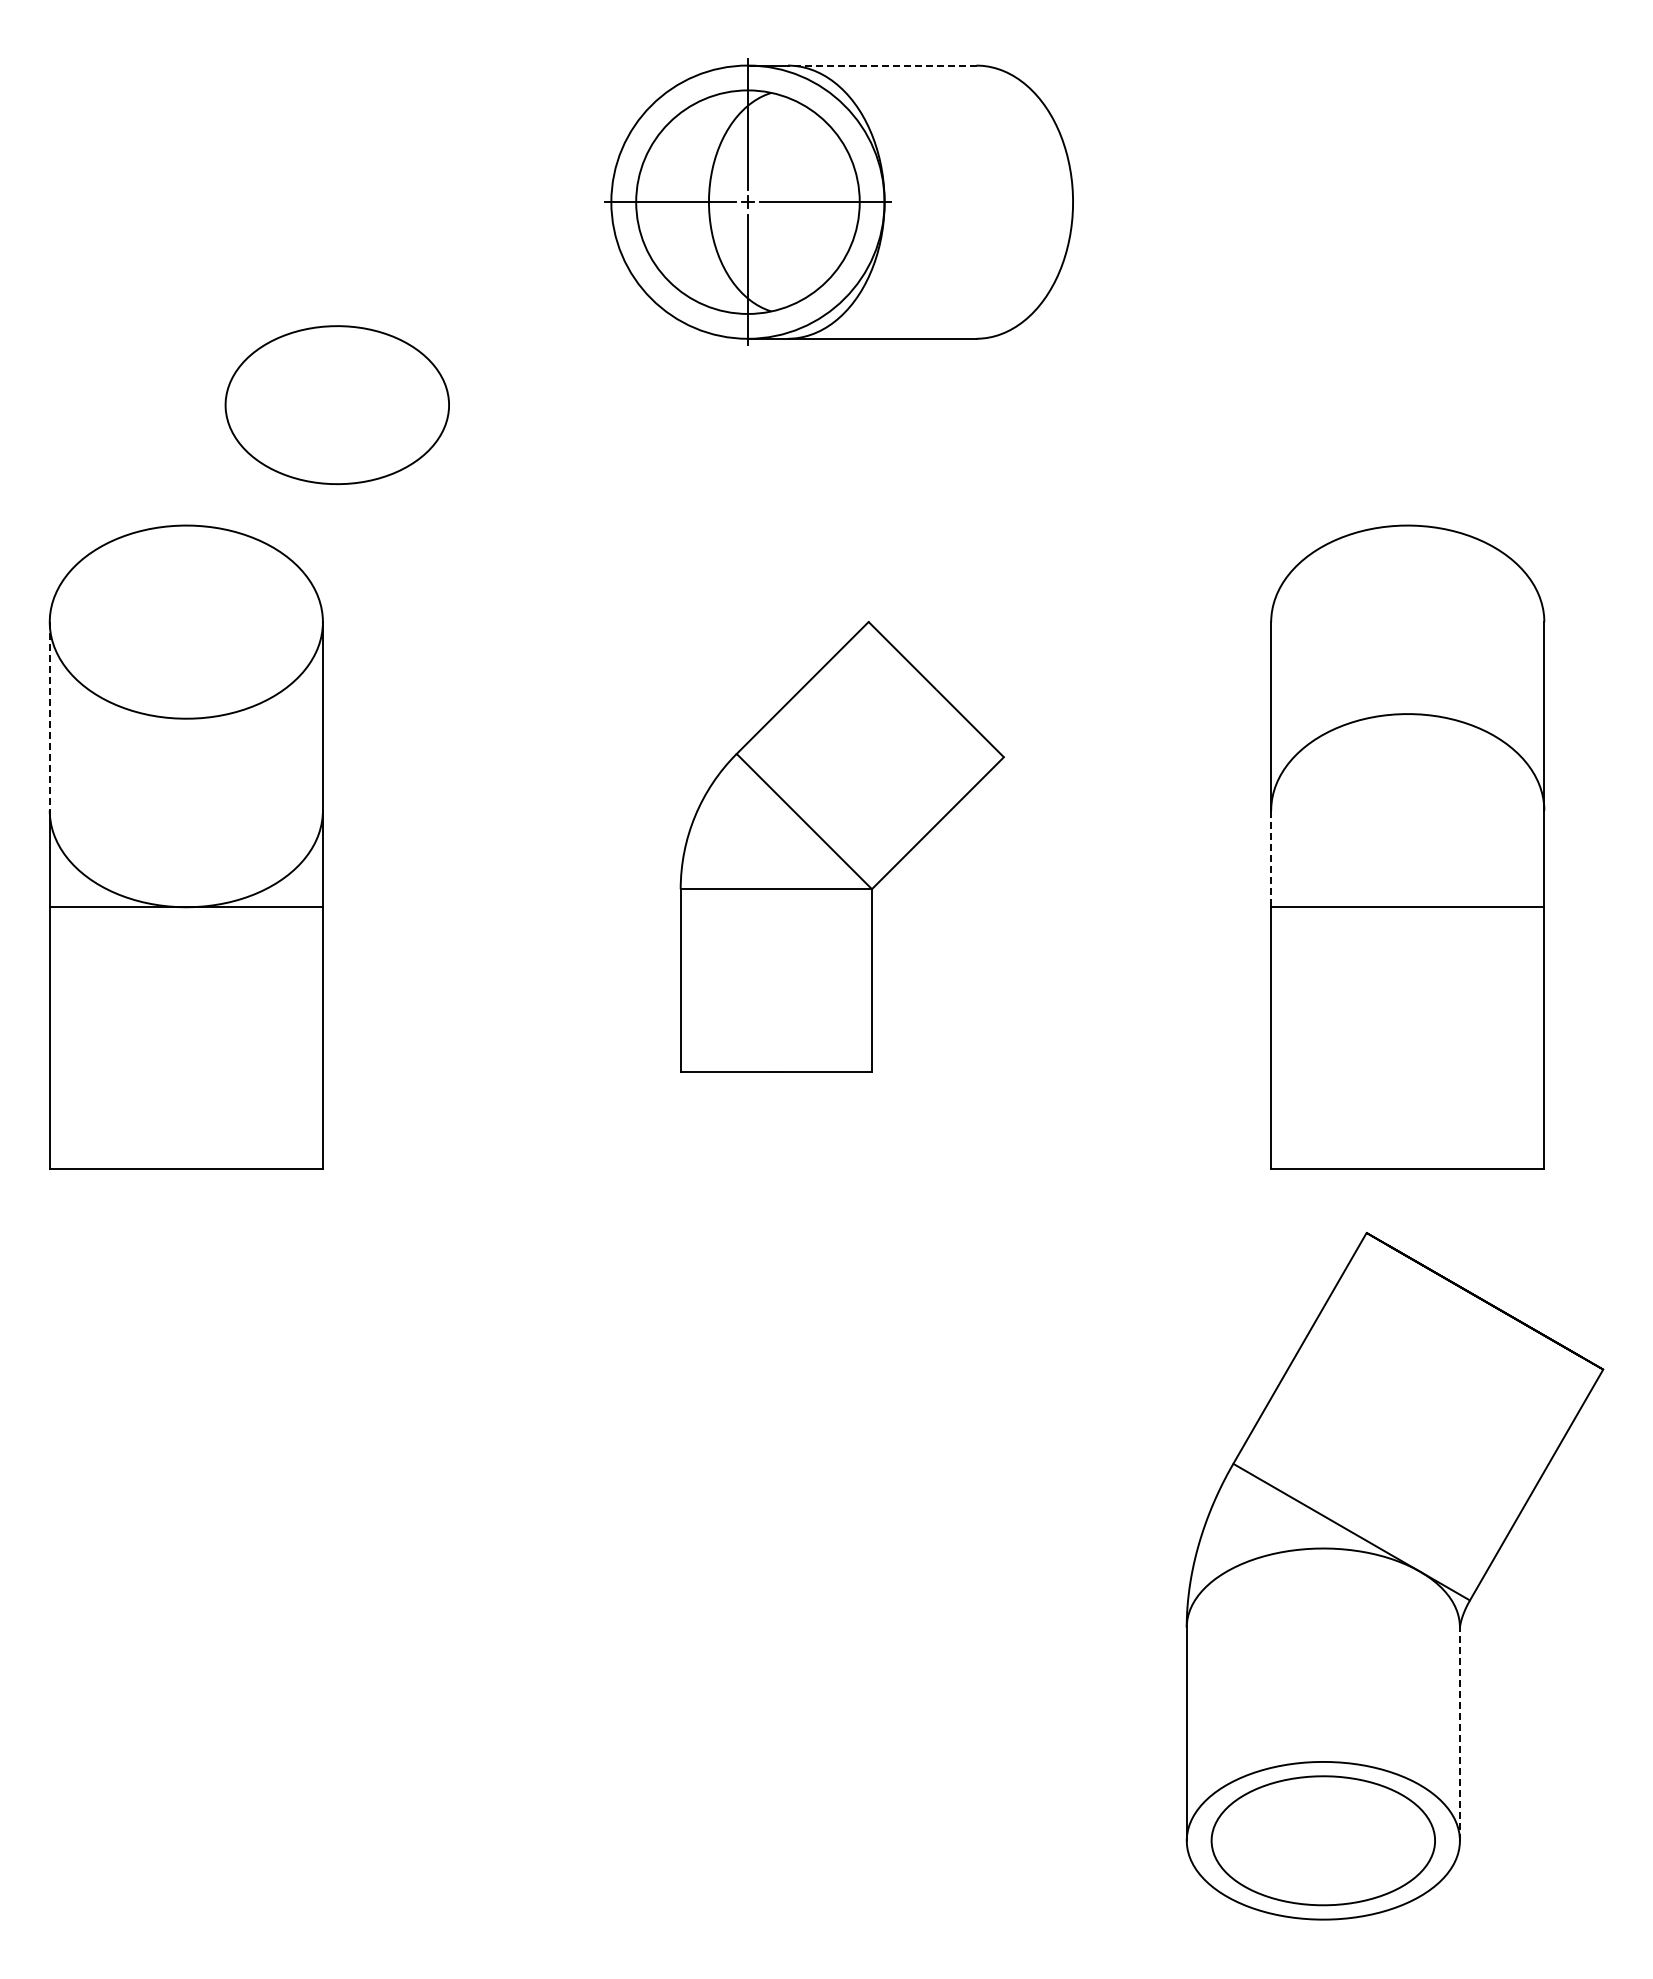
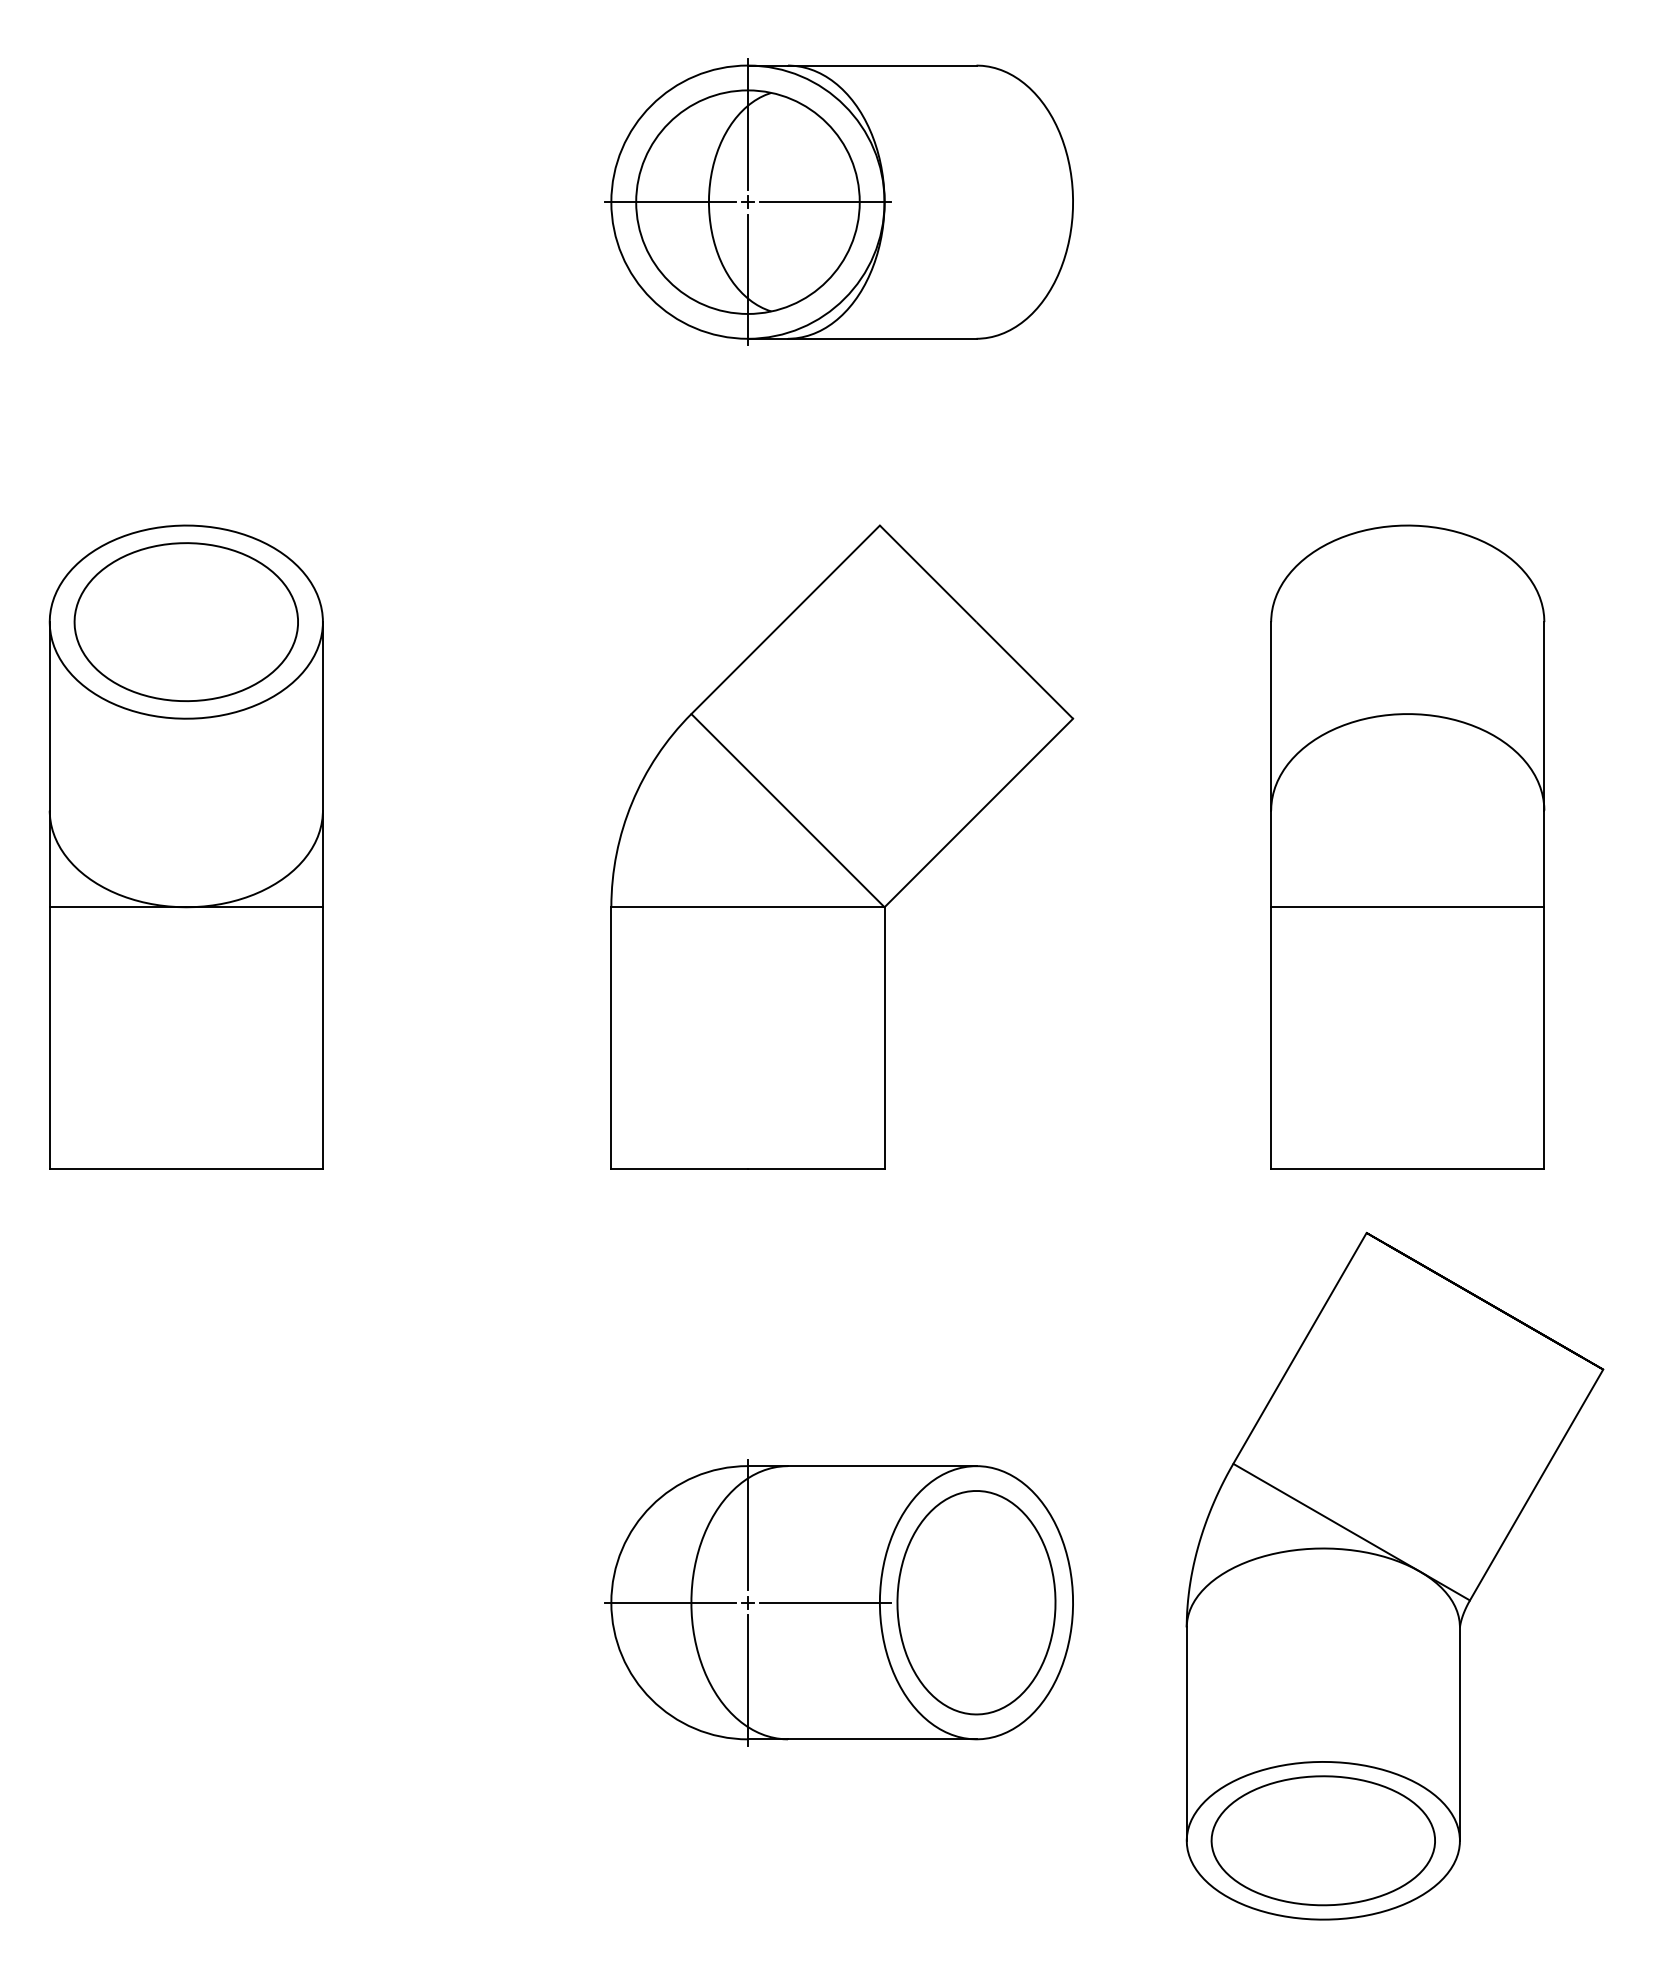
line at (881, 65): dashed -> solid
part at (336, 405) position: (336, 405) -> (185, 622)
line at (49, 716): dashed -> solid
part at (841, 846) size: 326x453 px -> 465x646 px
line at (1271, 859): dashed -> solid
part at (838, 1602): none -> present
line at (1459, 1734): dashed -> solid
